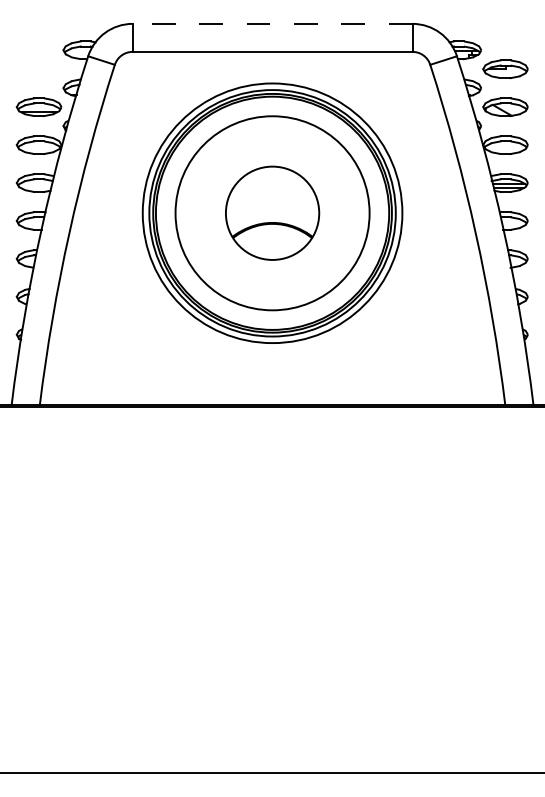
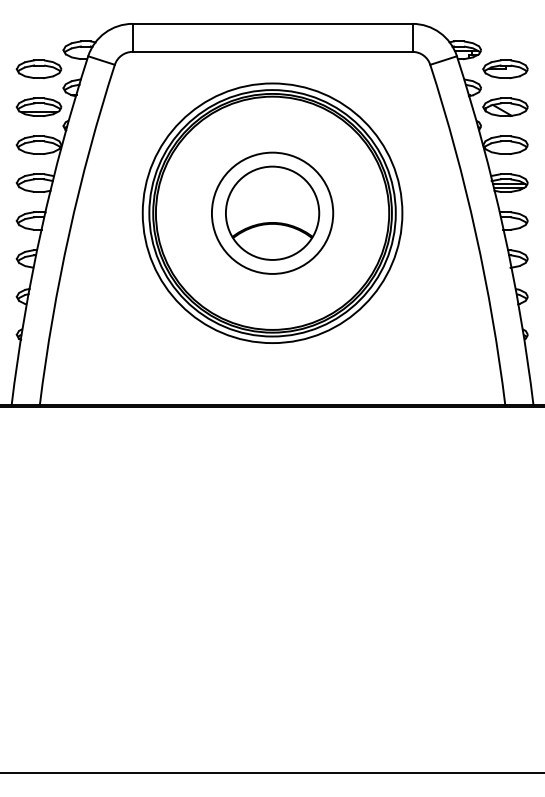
line at (272, 23): dashed -> solid
part at (38, 69): none -> present
circle at (272, 213) diameter: 194 px -> 121 px
